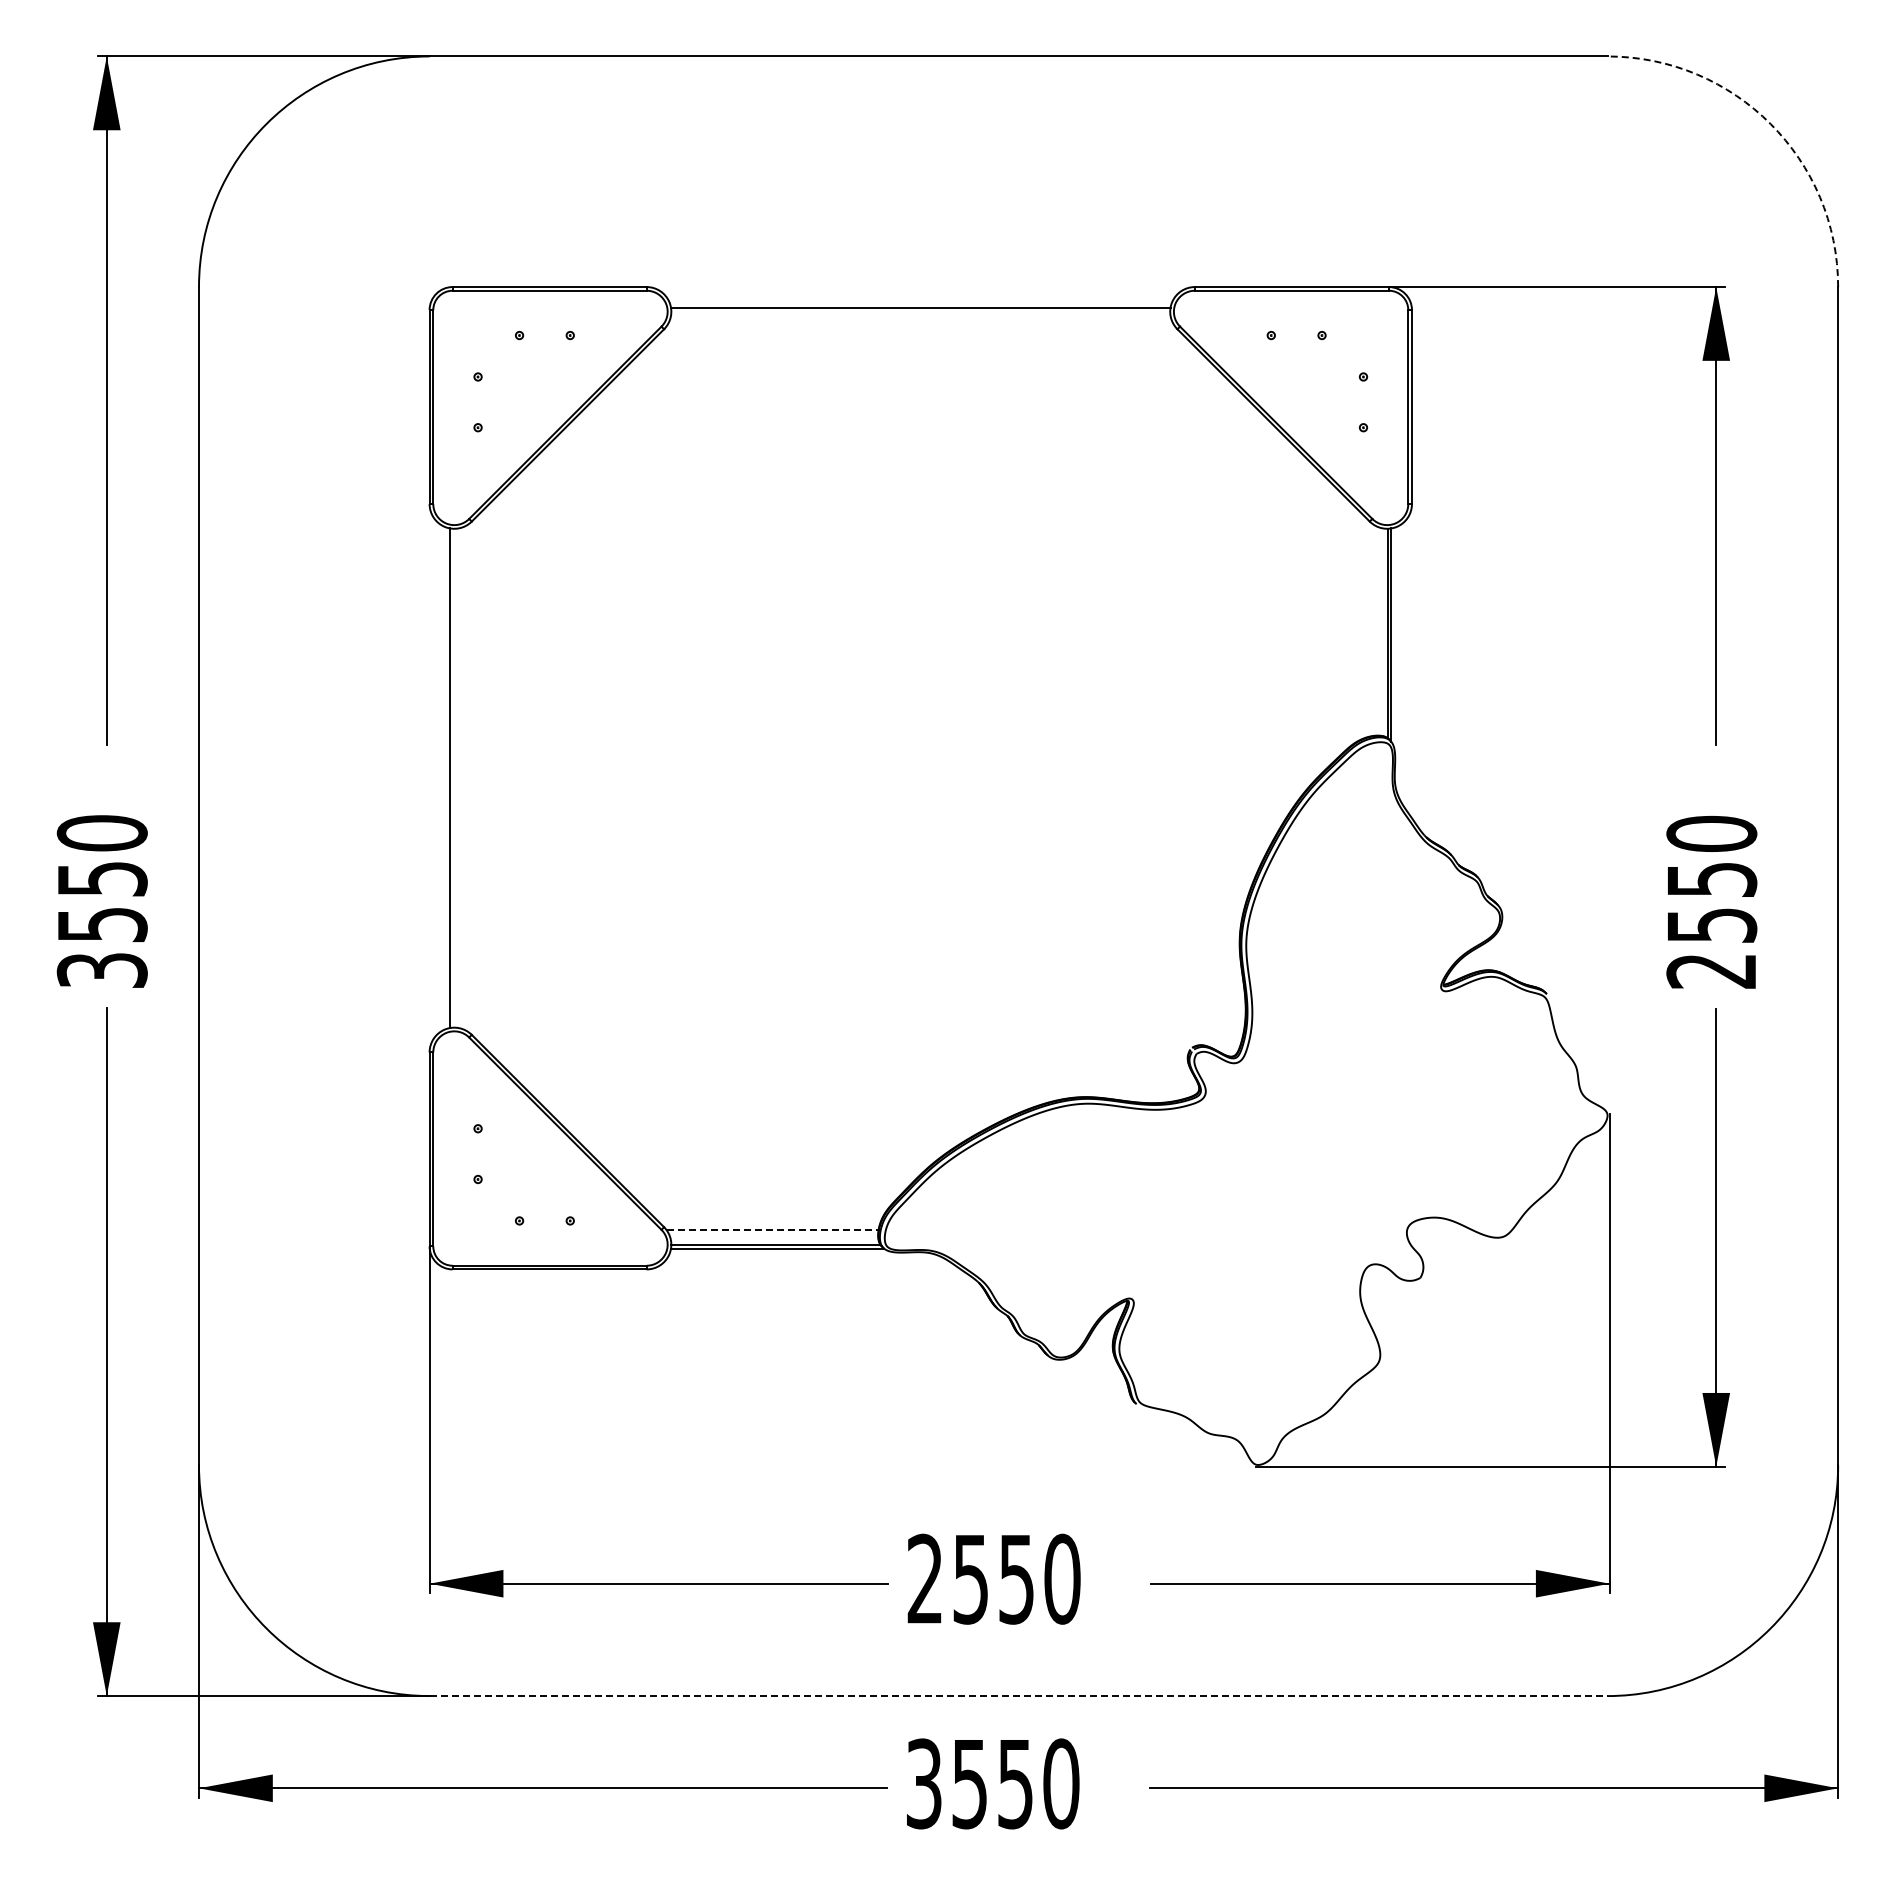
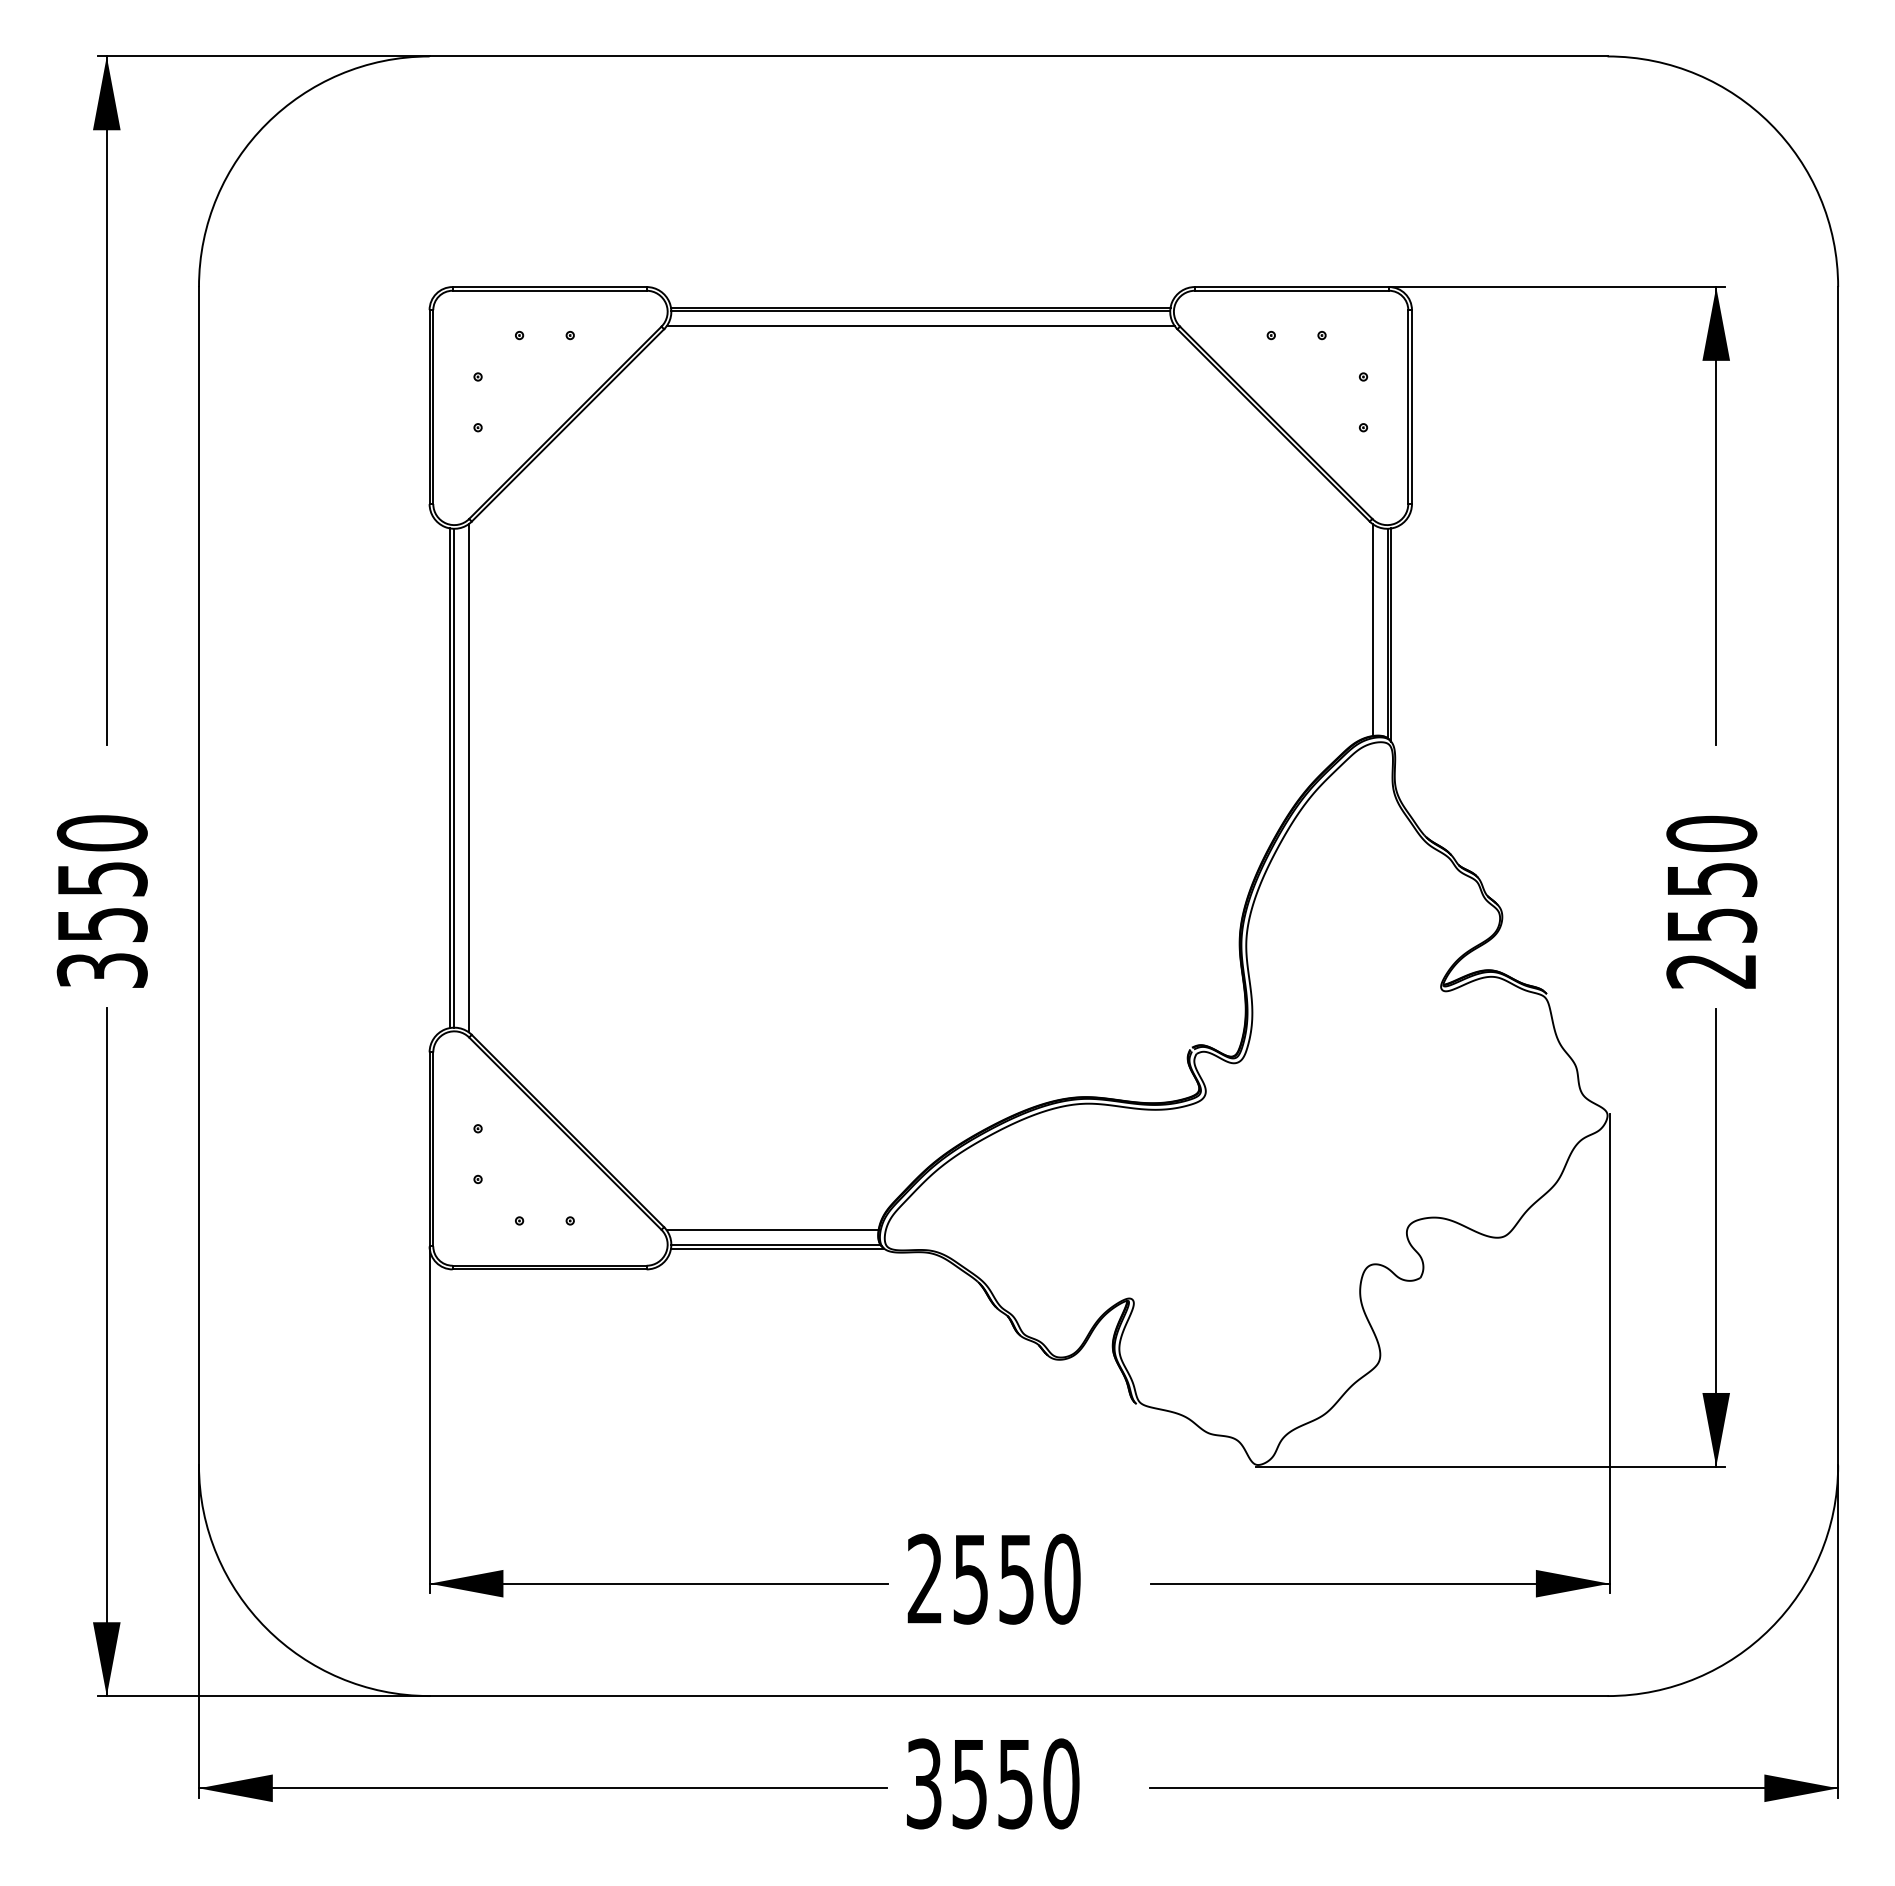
arc at (1770, 124): dashed -> solid
line at (920, 311): none -> present
line at (920, 326): none -> present
line at (1372, 630): none -> present
line at (454, 777): none -> present
line at (468, 778): none -> present
line at (772, 1230): dashed -> solid
line at (1018, 1696): dashed -> solid
